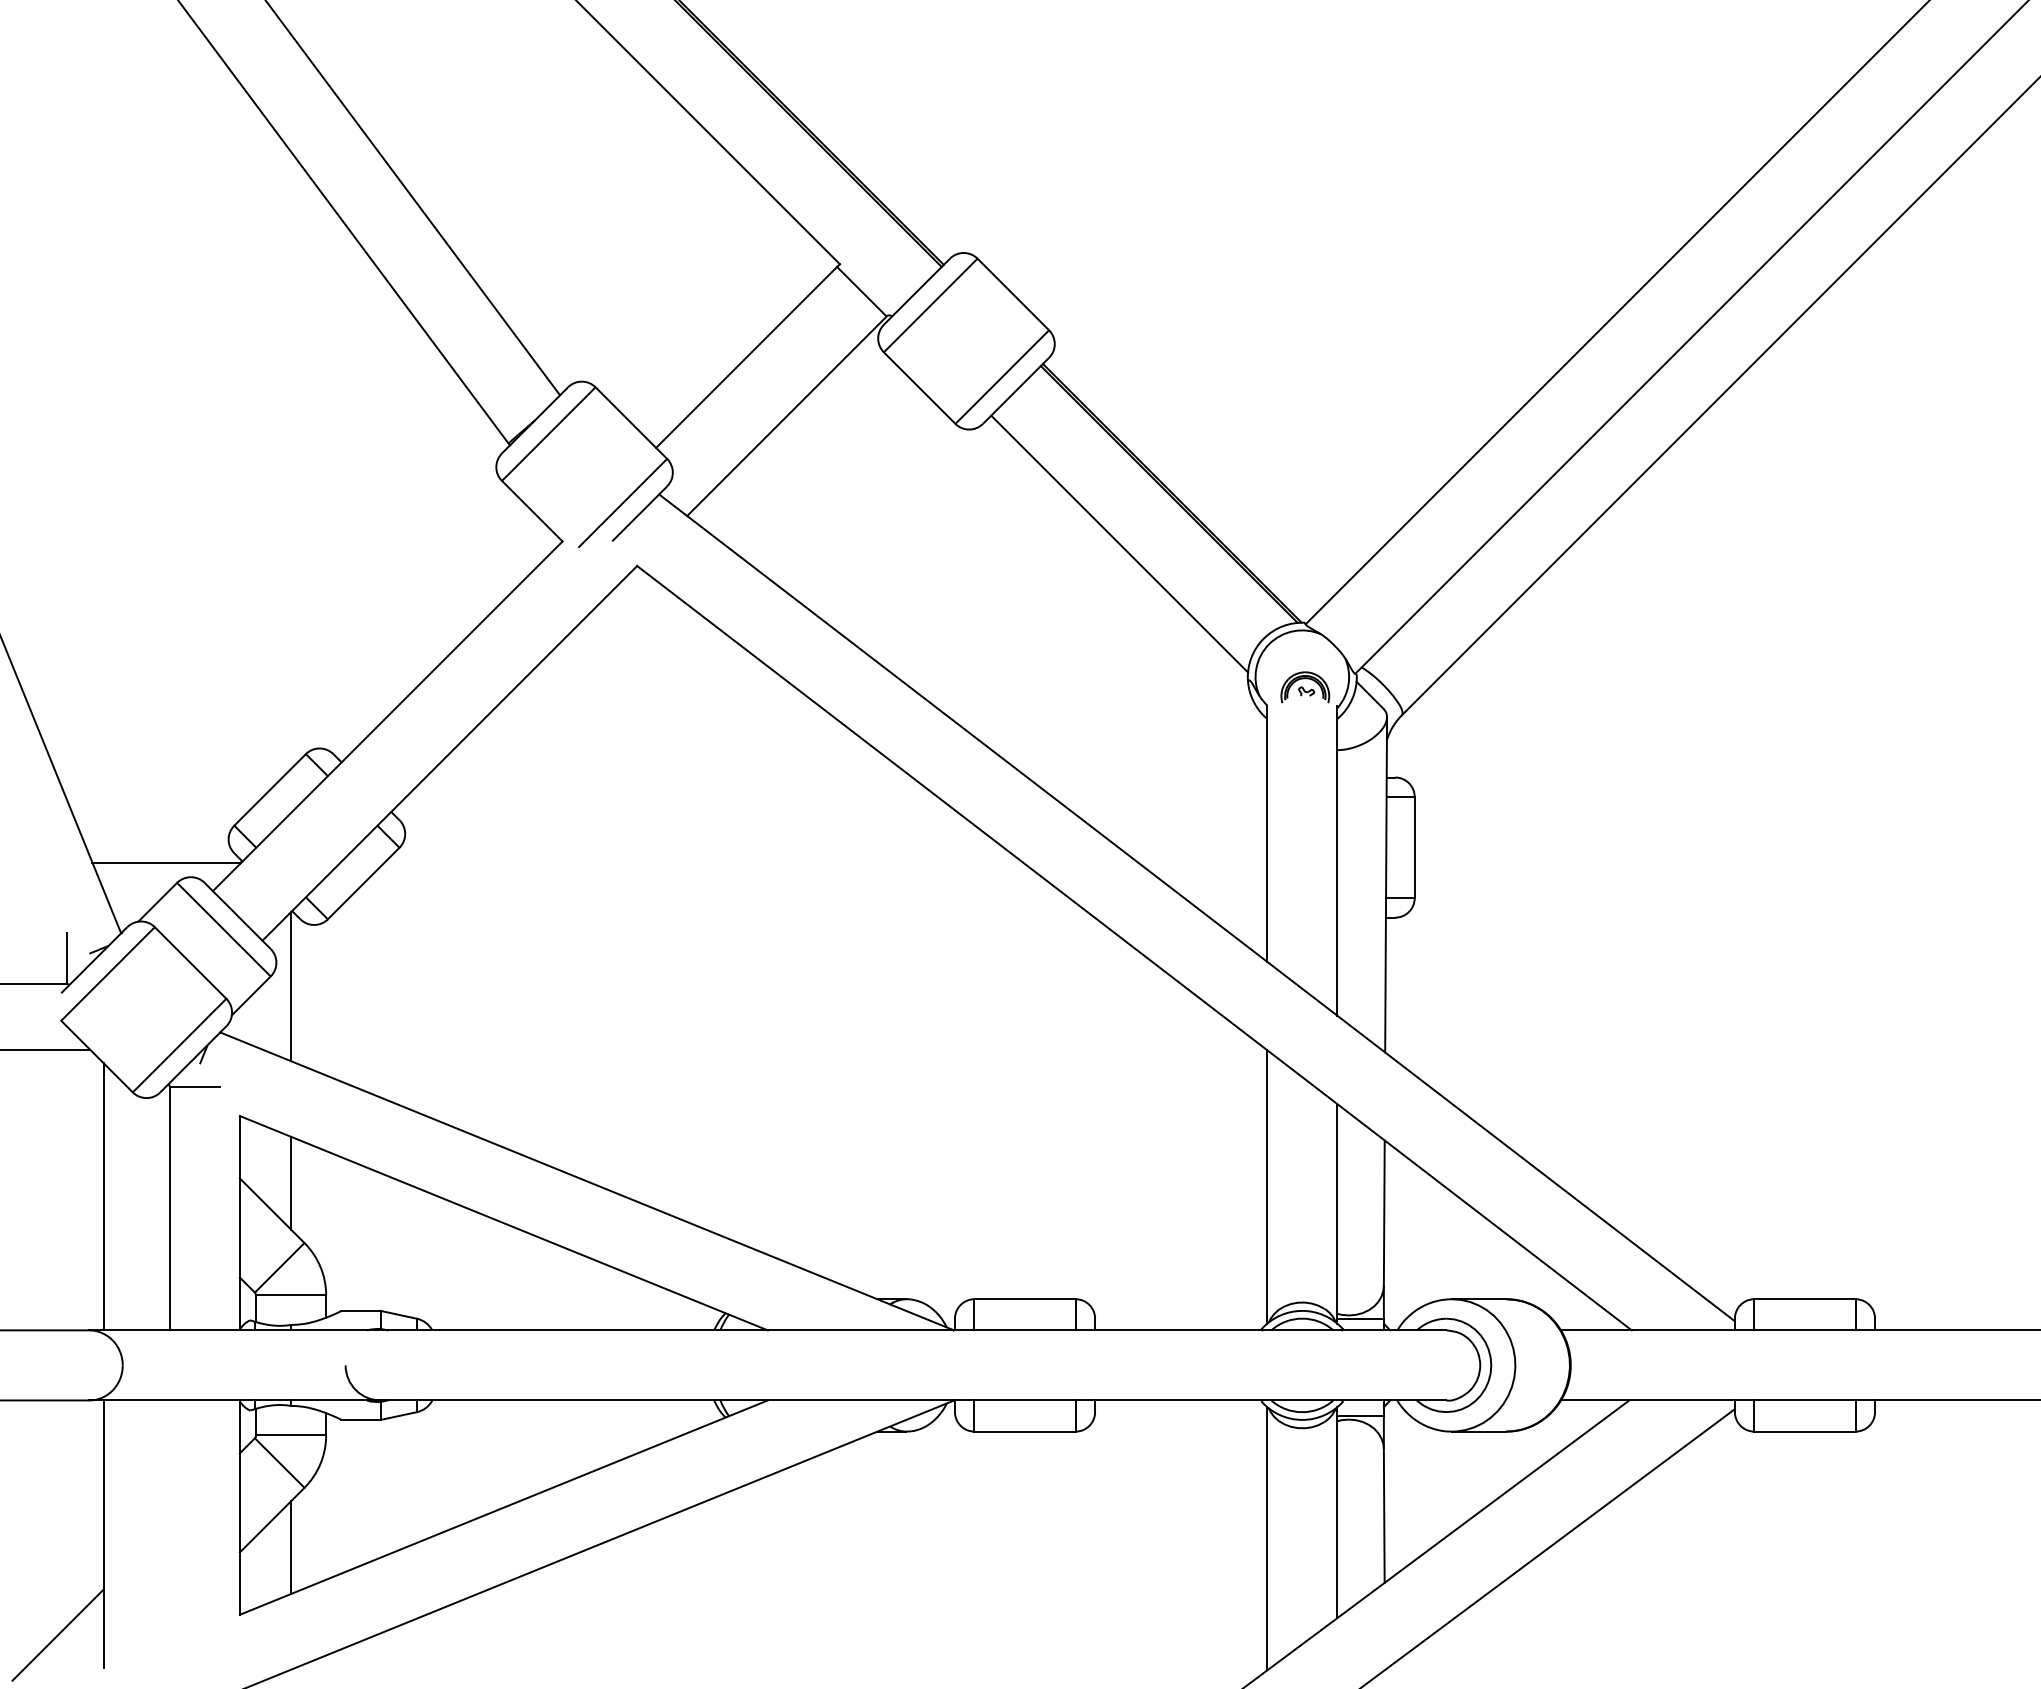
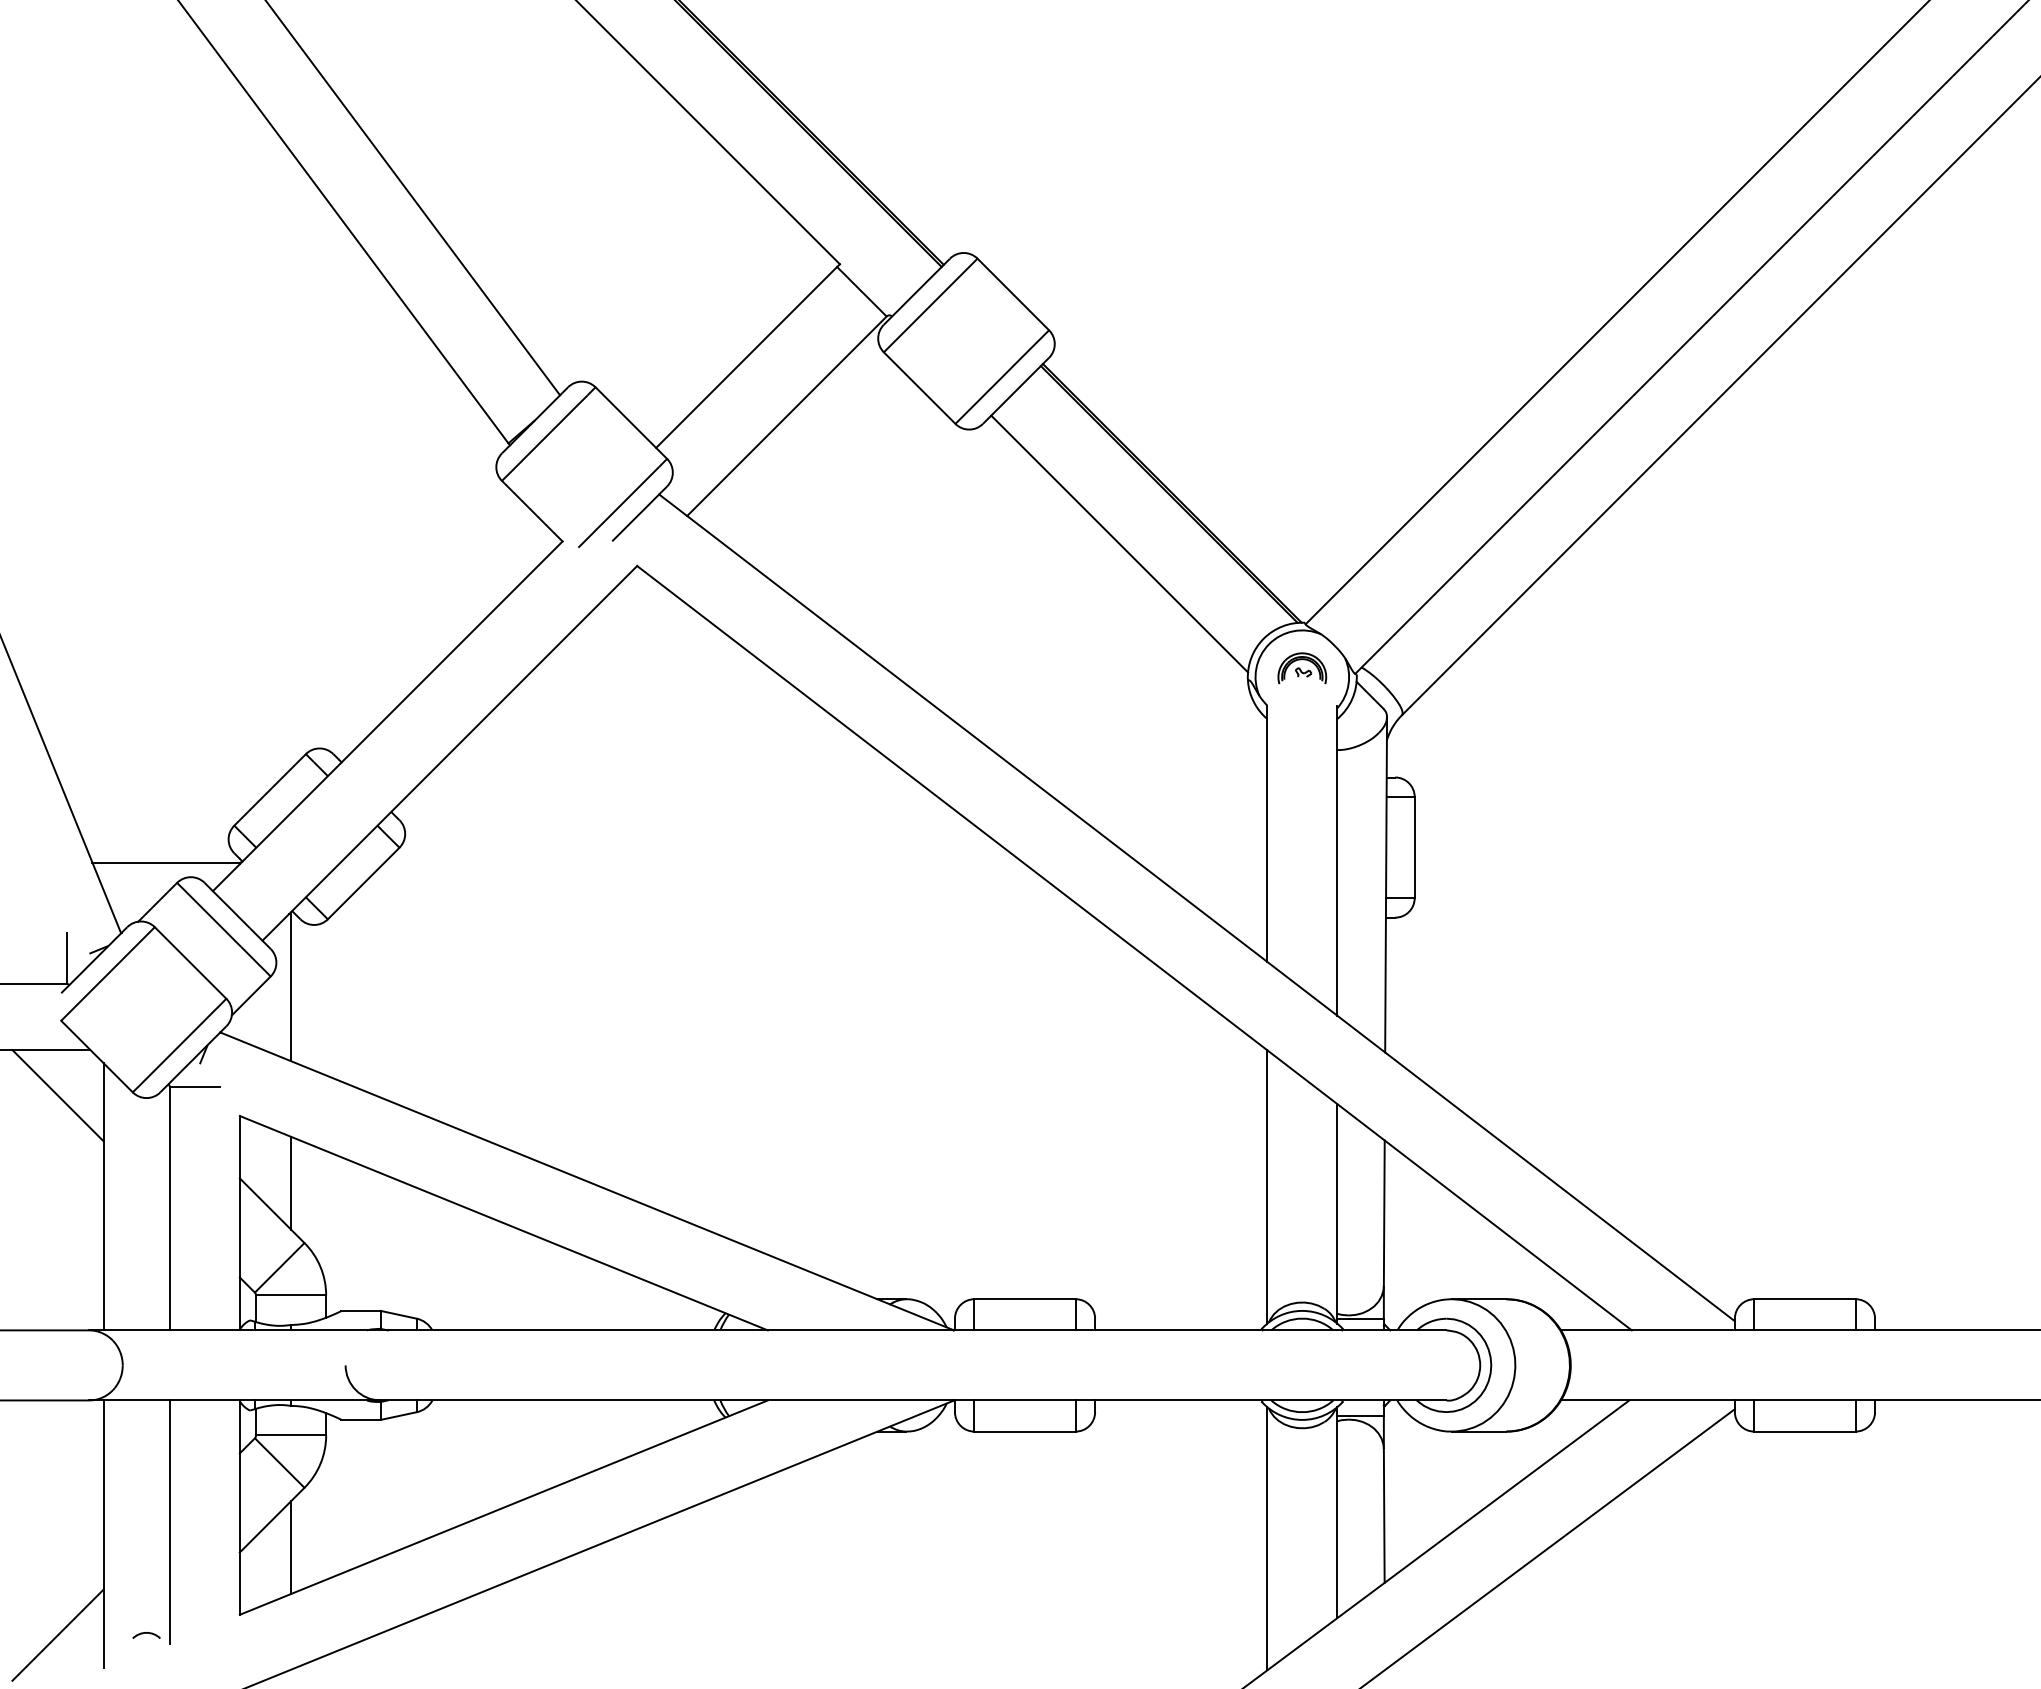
part at (1305, 687) position: (1305, 687) -> (1302, 668)
line at (57, 1095): none -> present
line at (169, 1522): none -> present
arc at (146, 1633): none -> present
